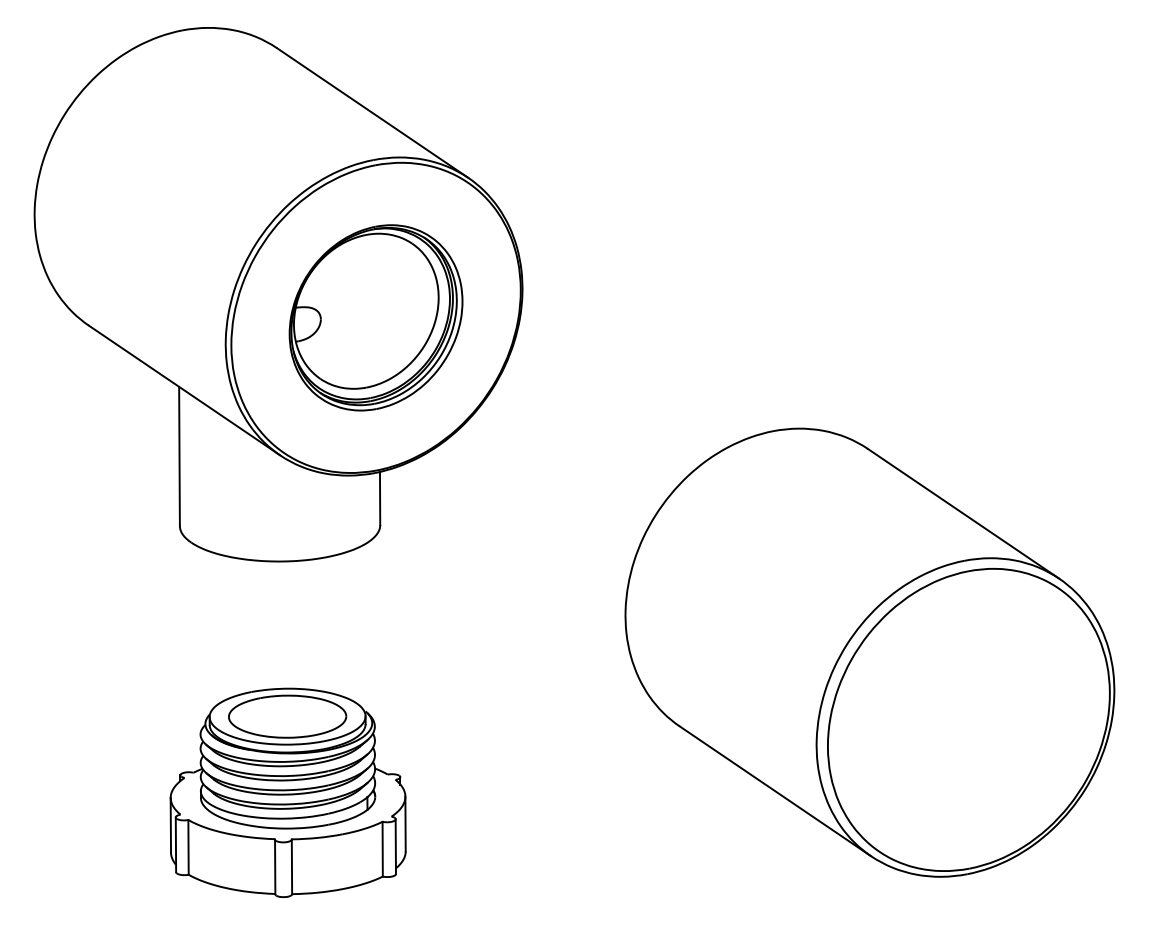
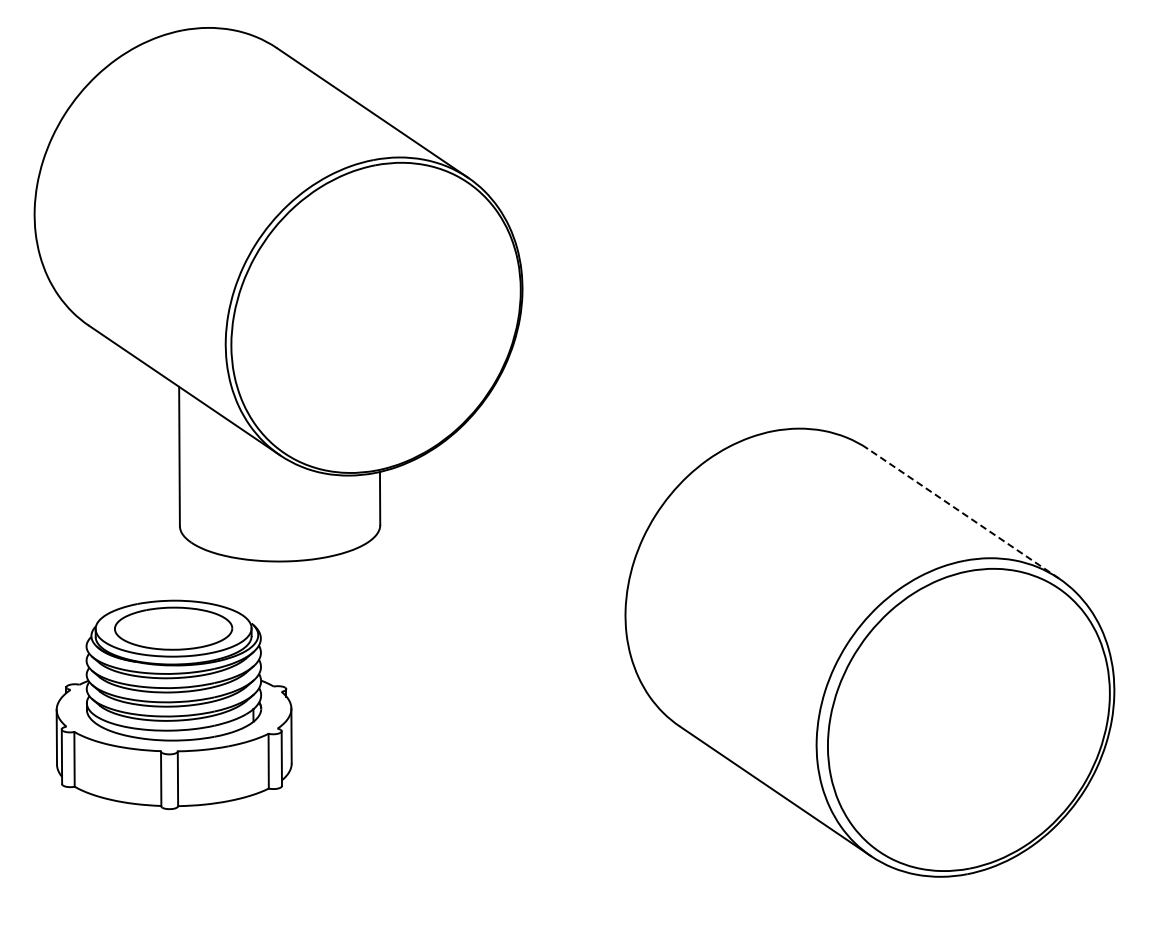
part at (375, 317): present -> none
line at (963, 513): solid -> dashed
part at (287, 792) position: (287, 792) -> (173, 704)
